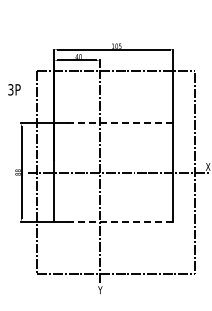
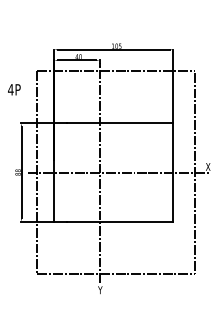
text at (10, 89): 3P -> 4P
line at (120, 123): dashed -> solid
line at (120, 221): dashed -> solid
